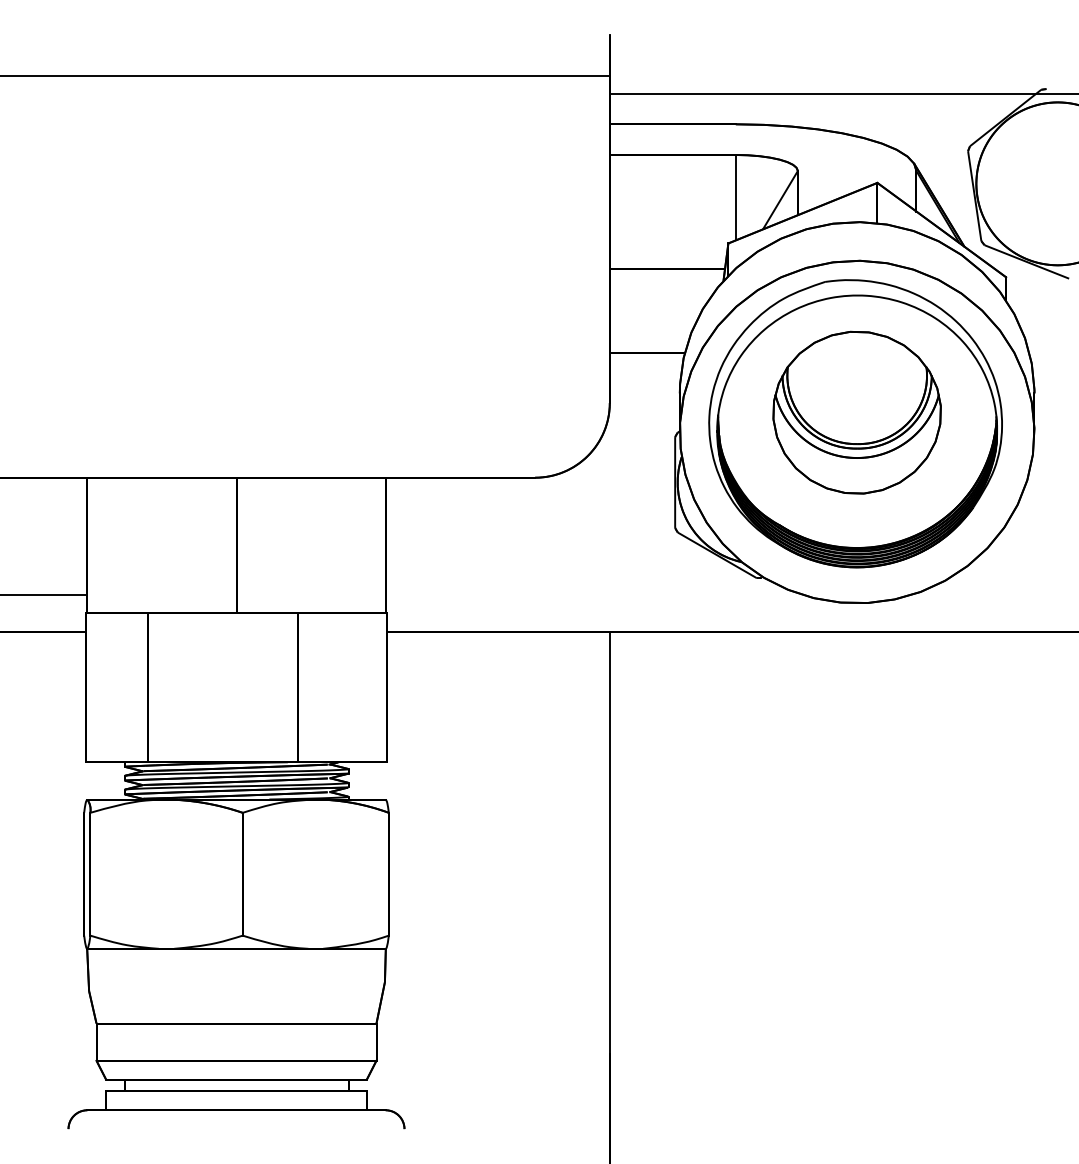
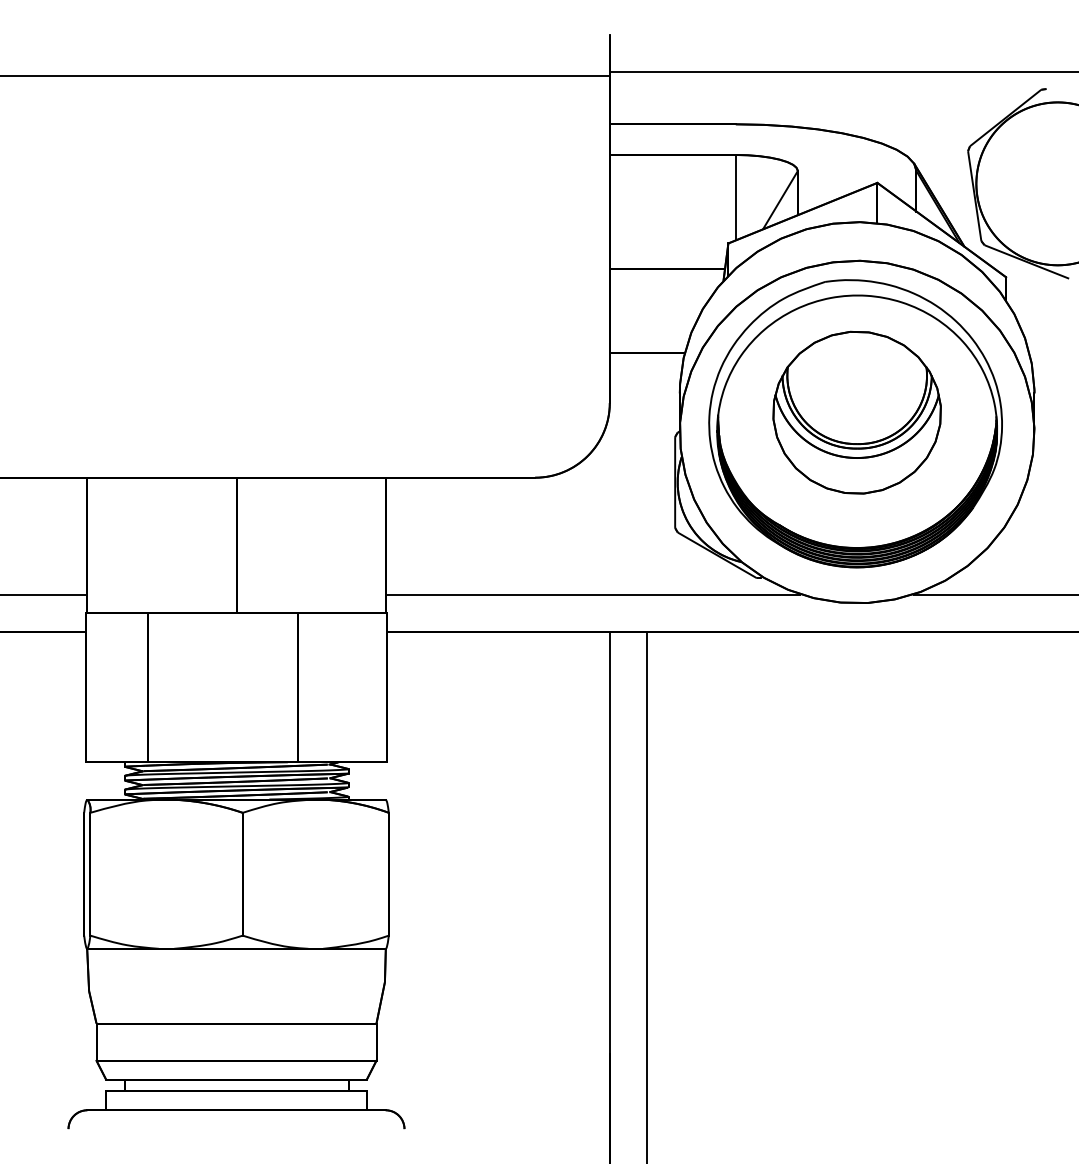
line at (842, 93) position: (842, 93) -> (842, 71)
line at (593, 594): none -> present
line at (994, 594): none -> present
line at (647, 895): none -> present
